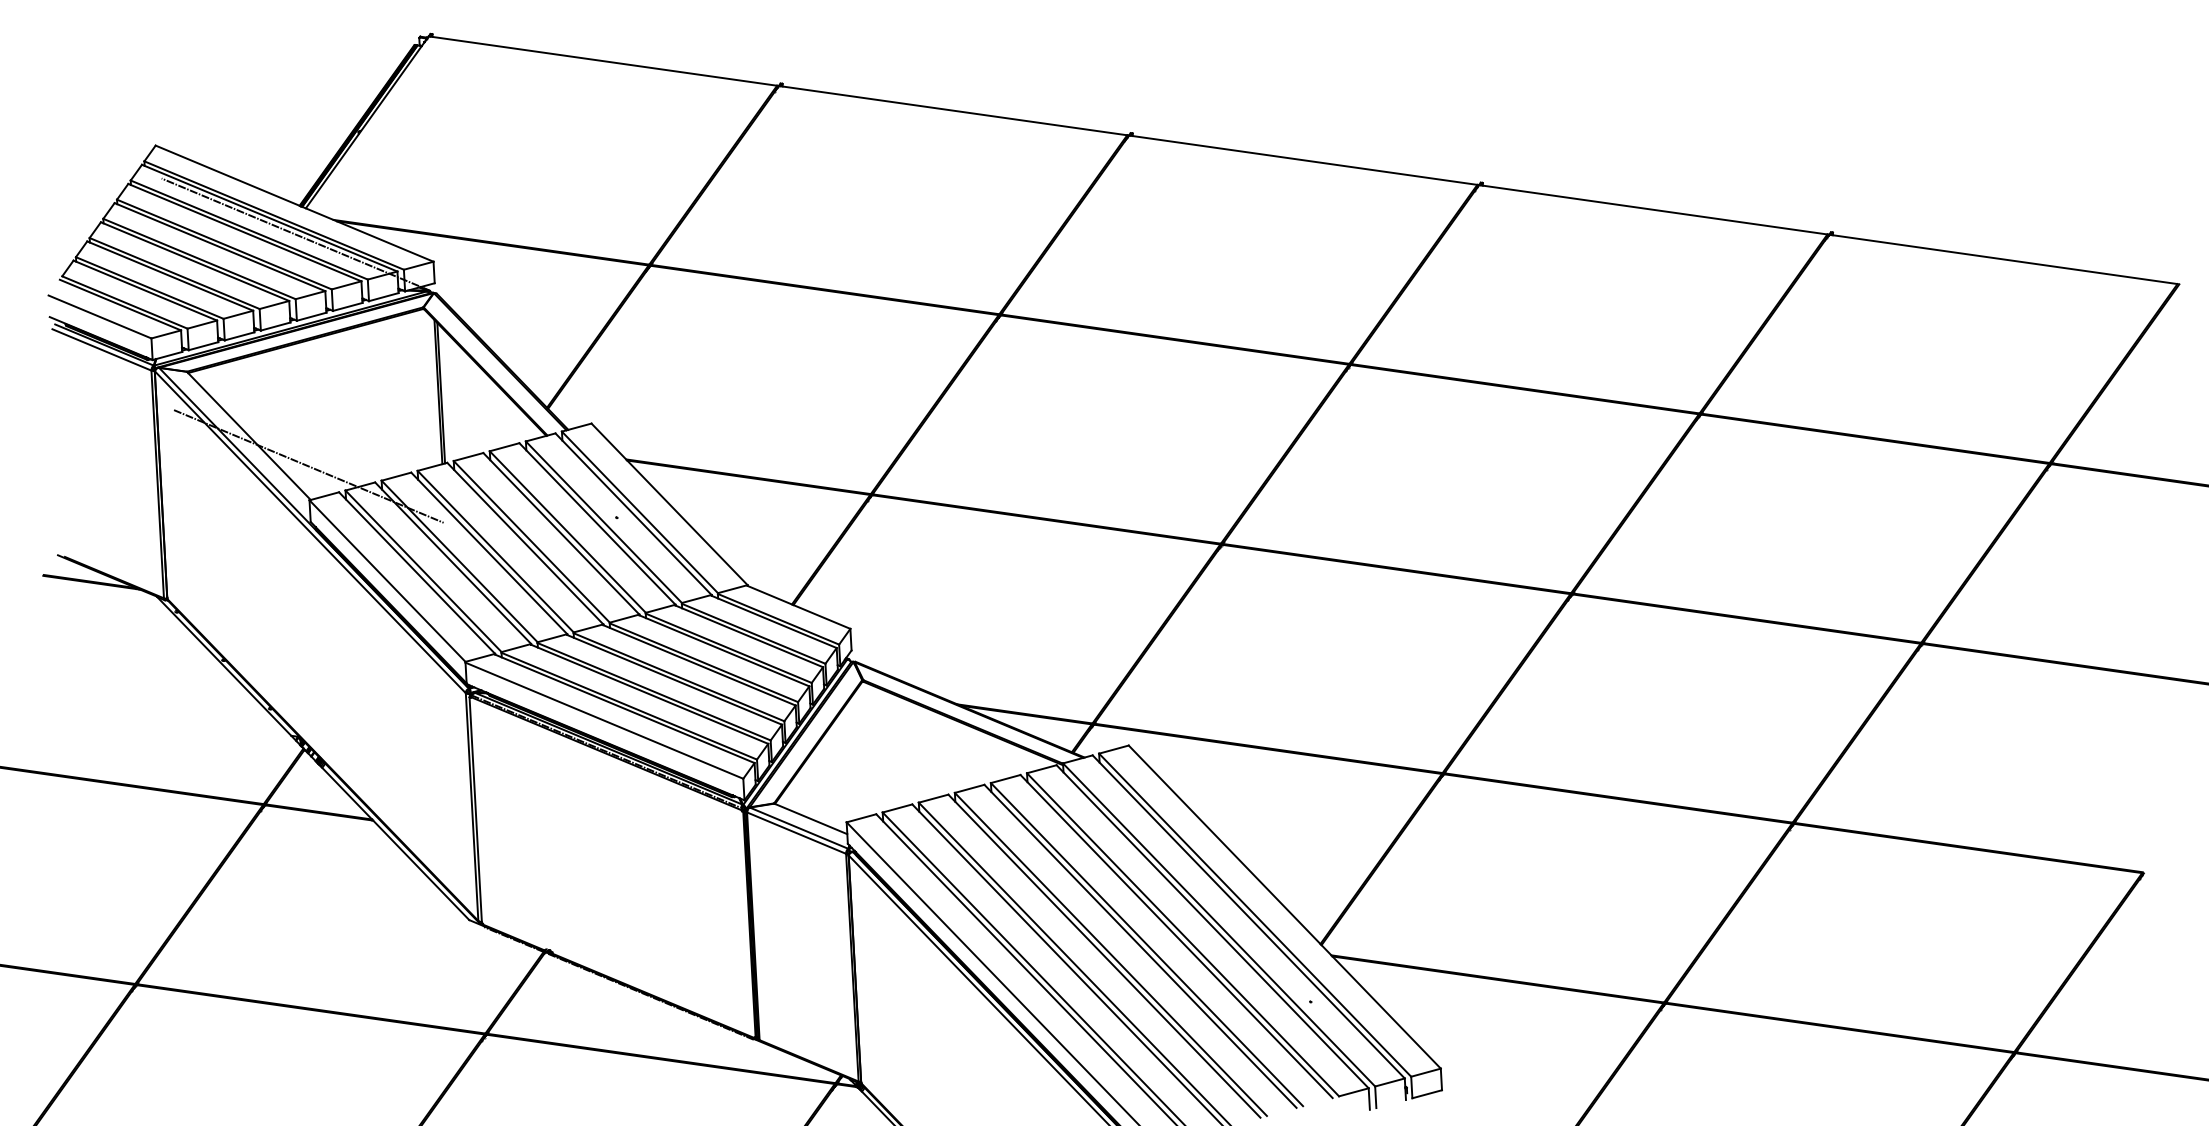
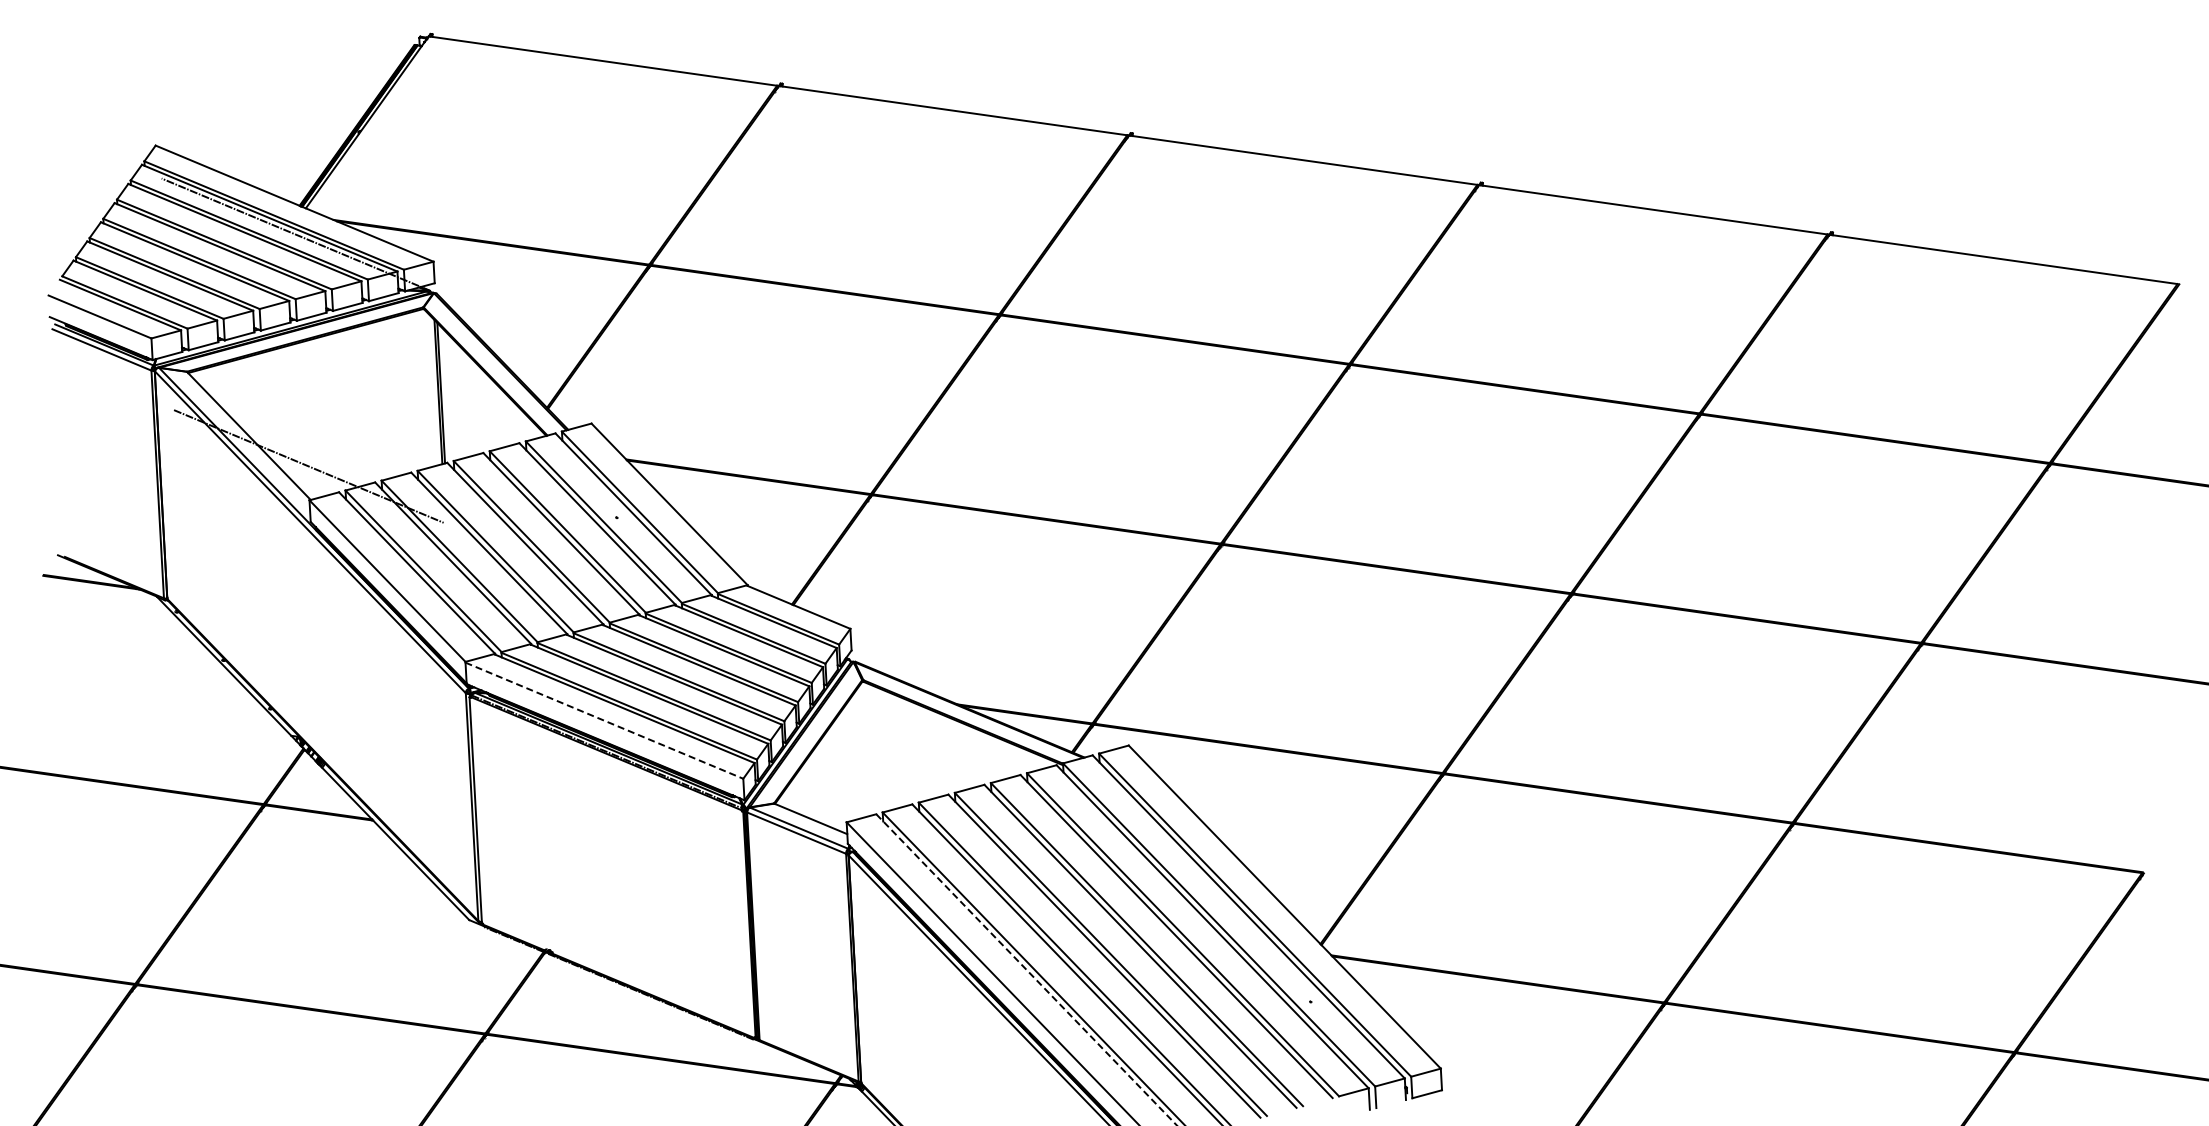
line at (604, 720): solid -> dashed
line at (1026, 970): solid -> dashed
